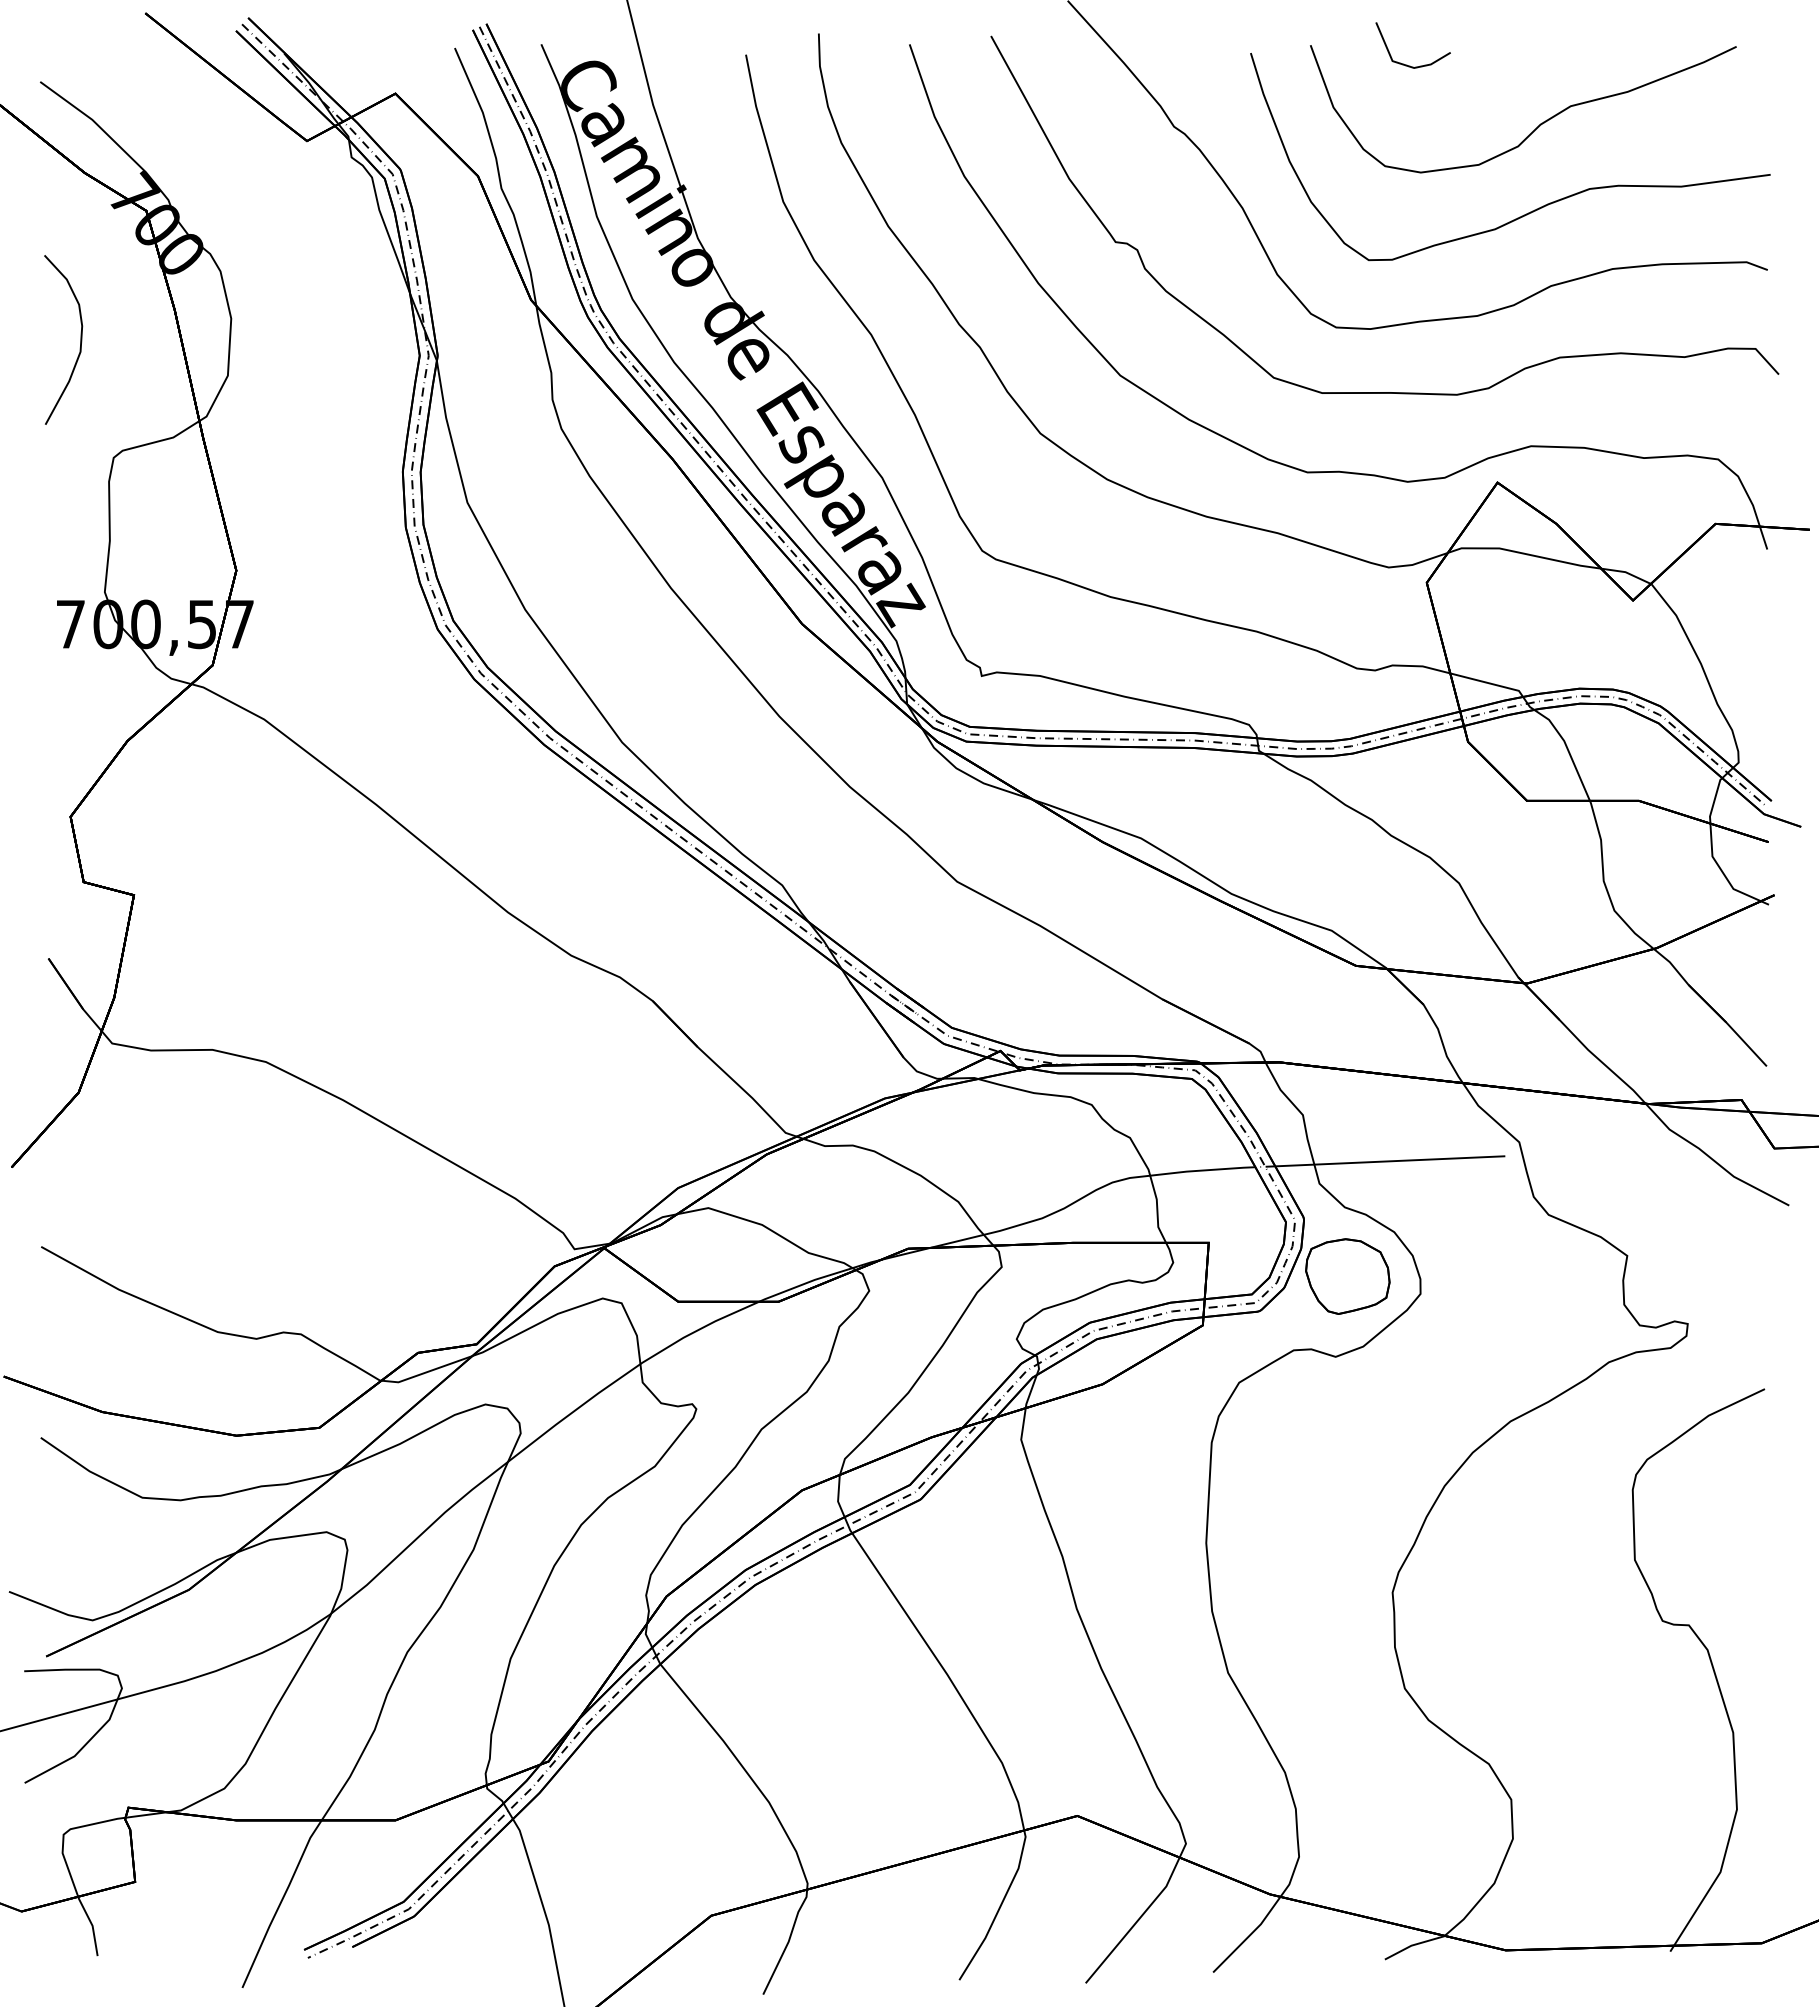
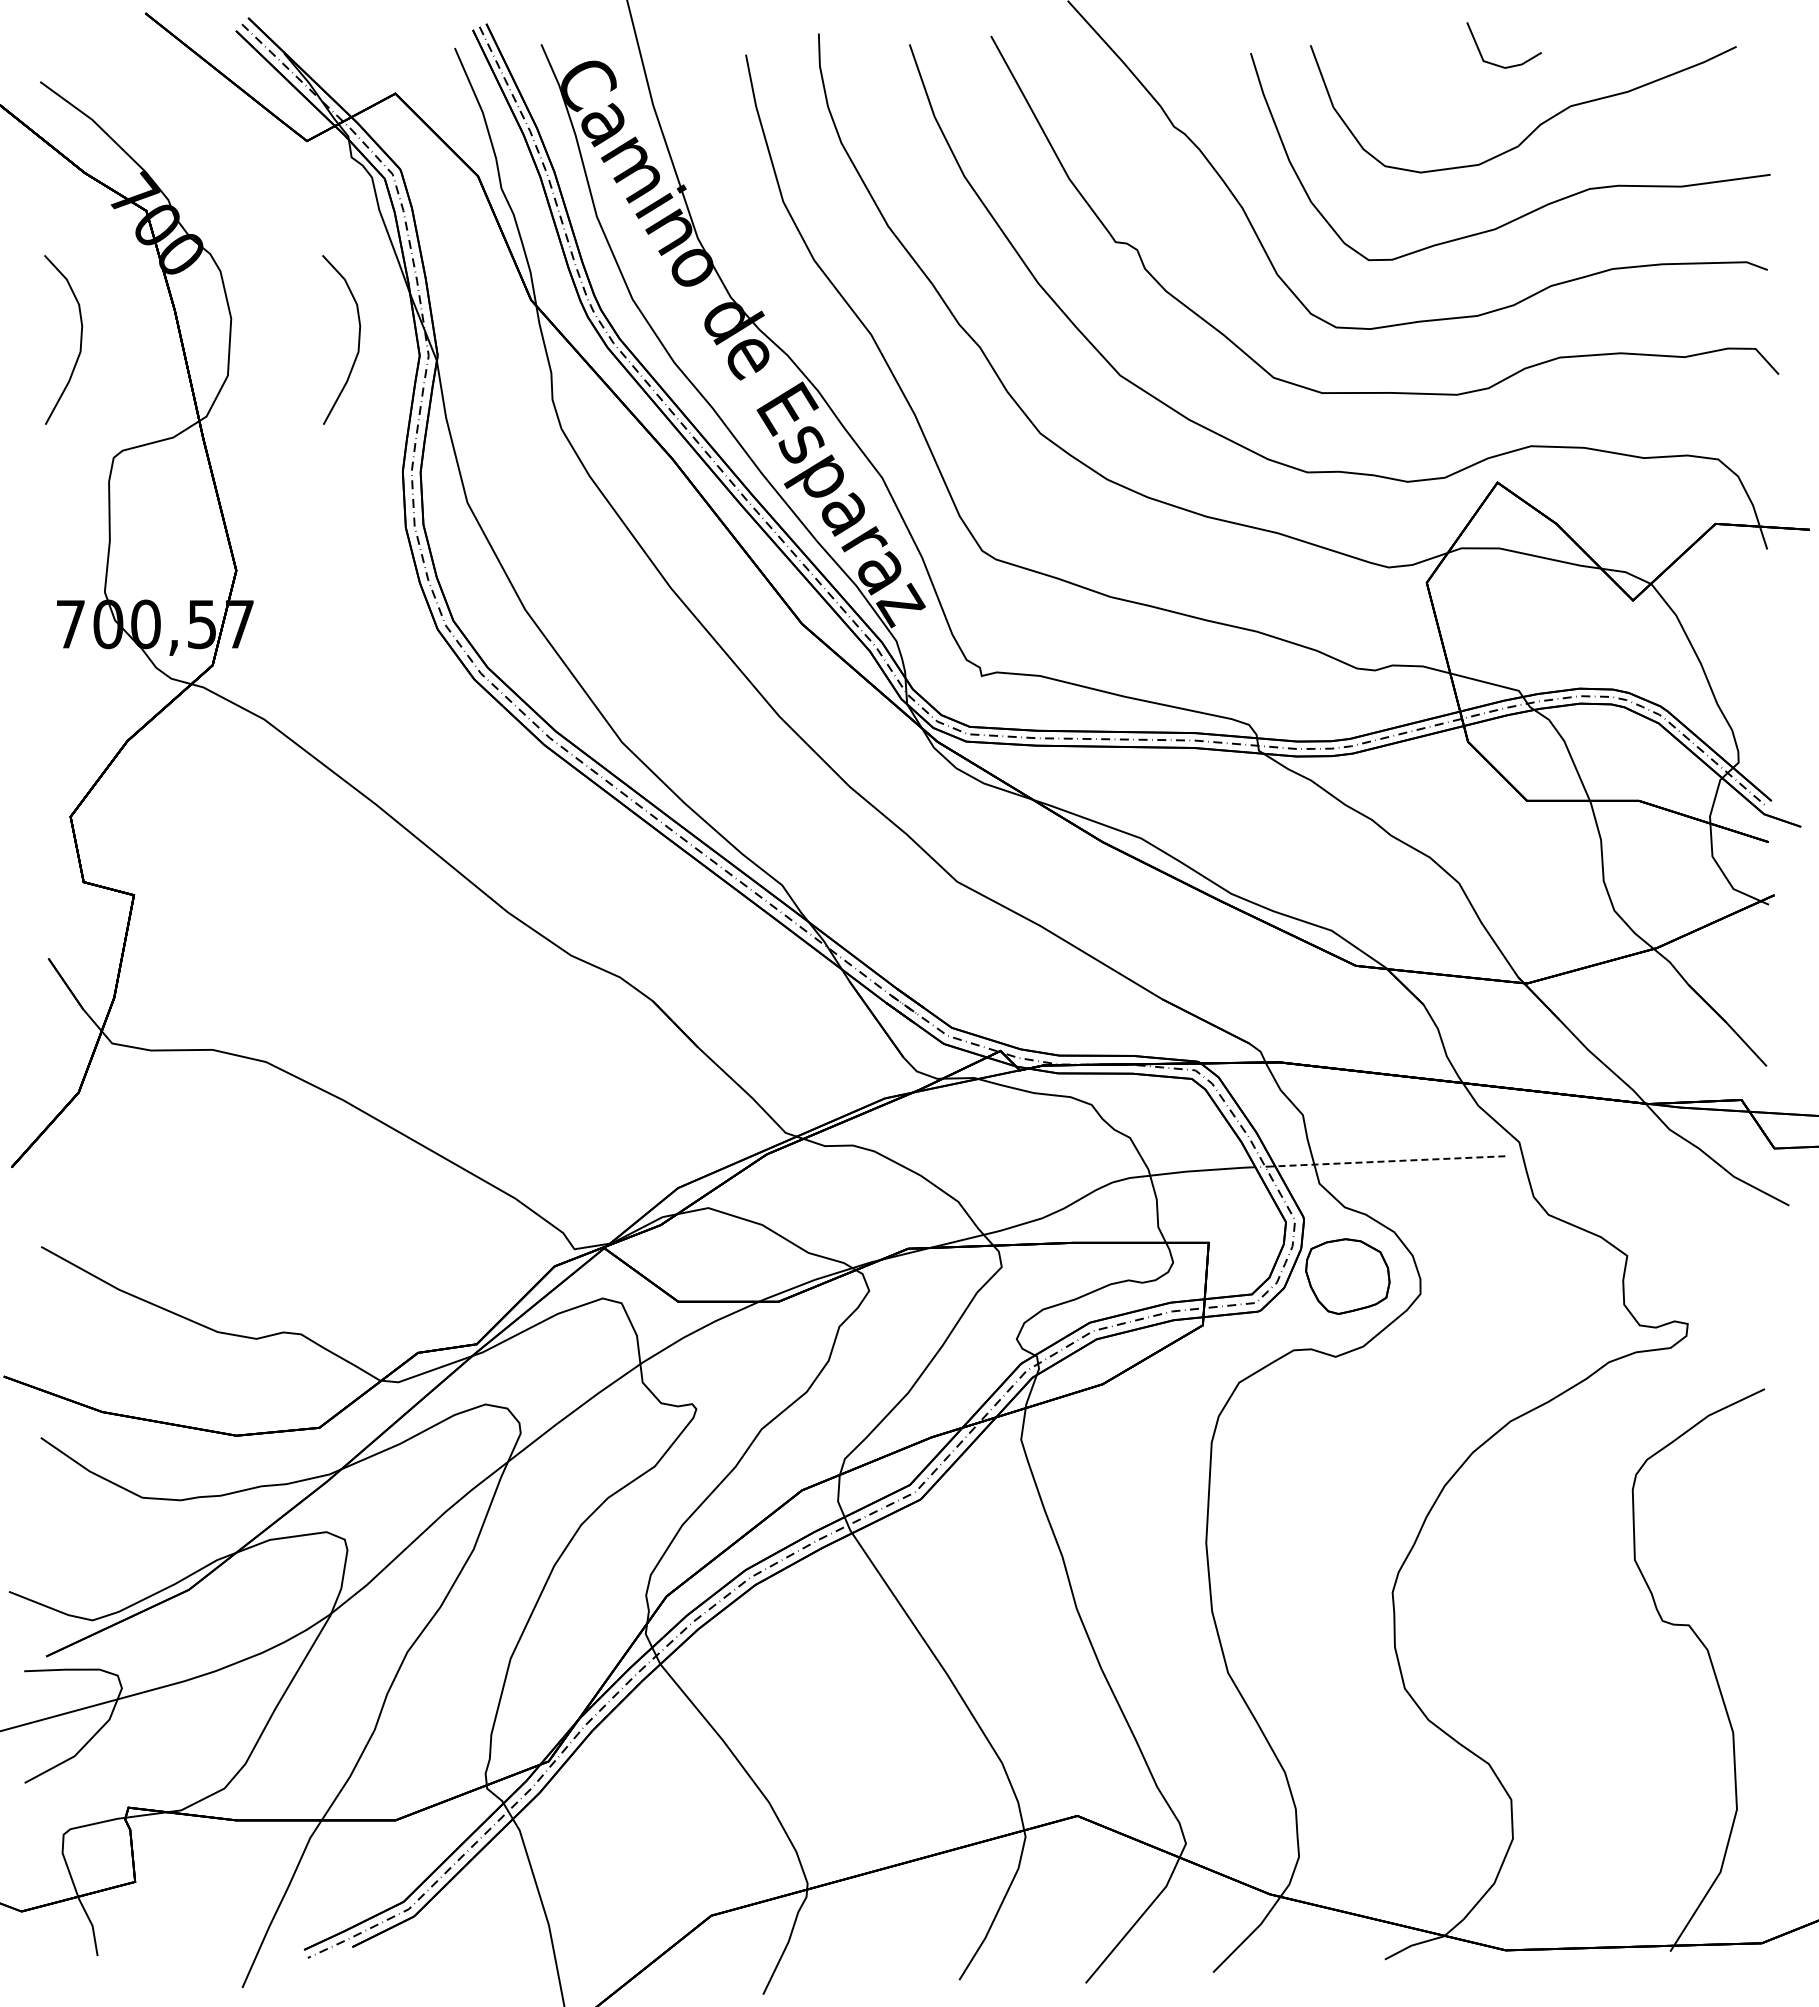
line at (1407, 64) position: (1407, 64) -> (1498, 64)
curve at (358, 339): none -> present
line at (1389, 1161): solid -> dashed
